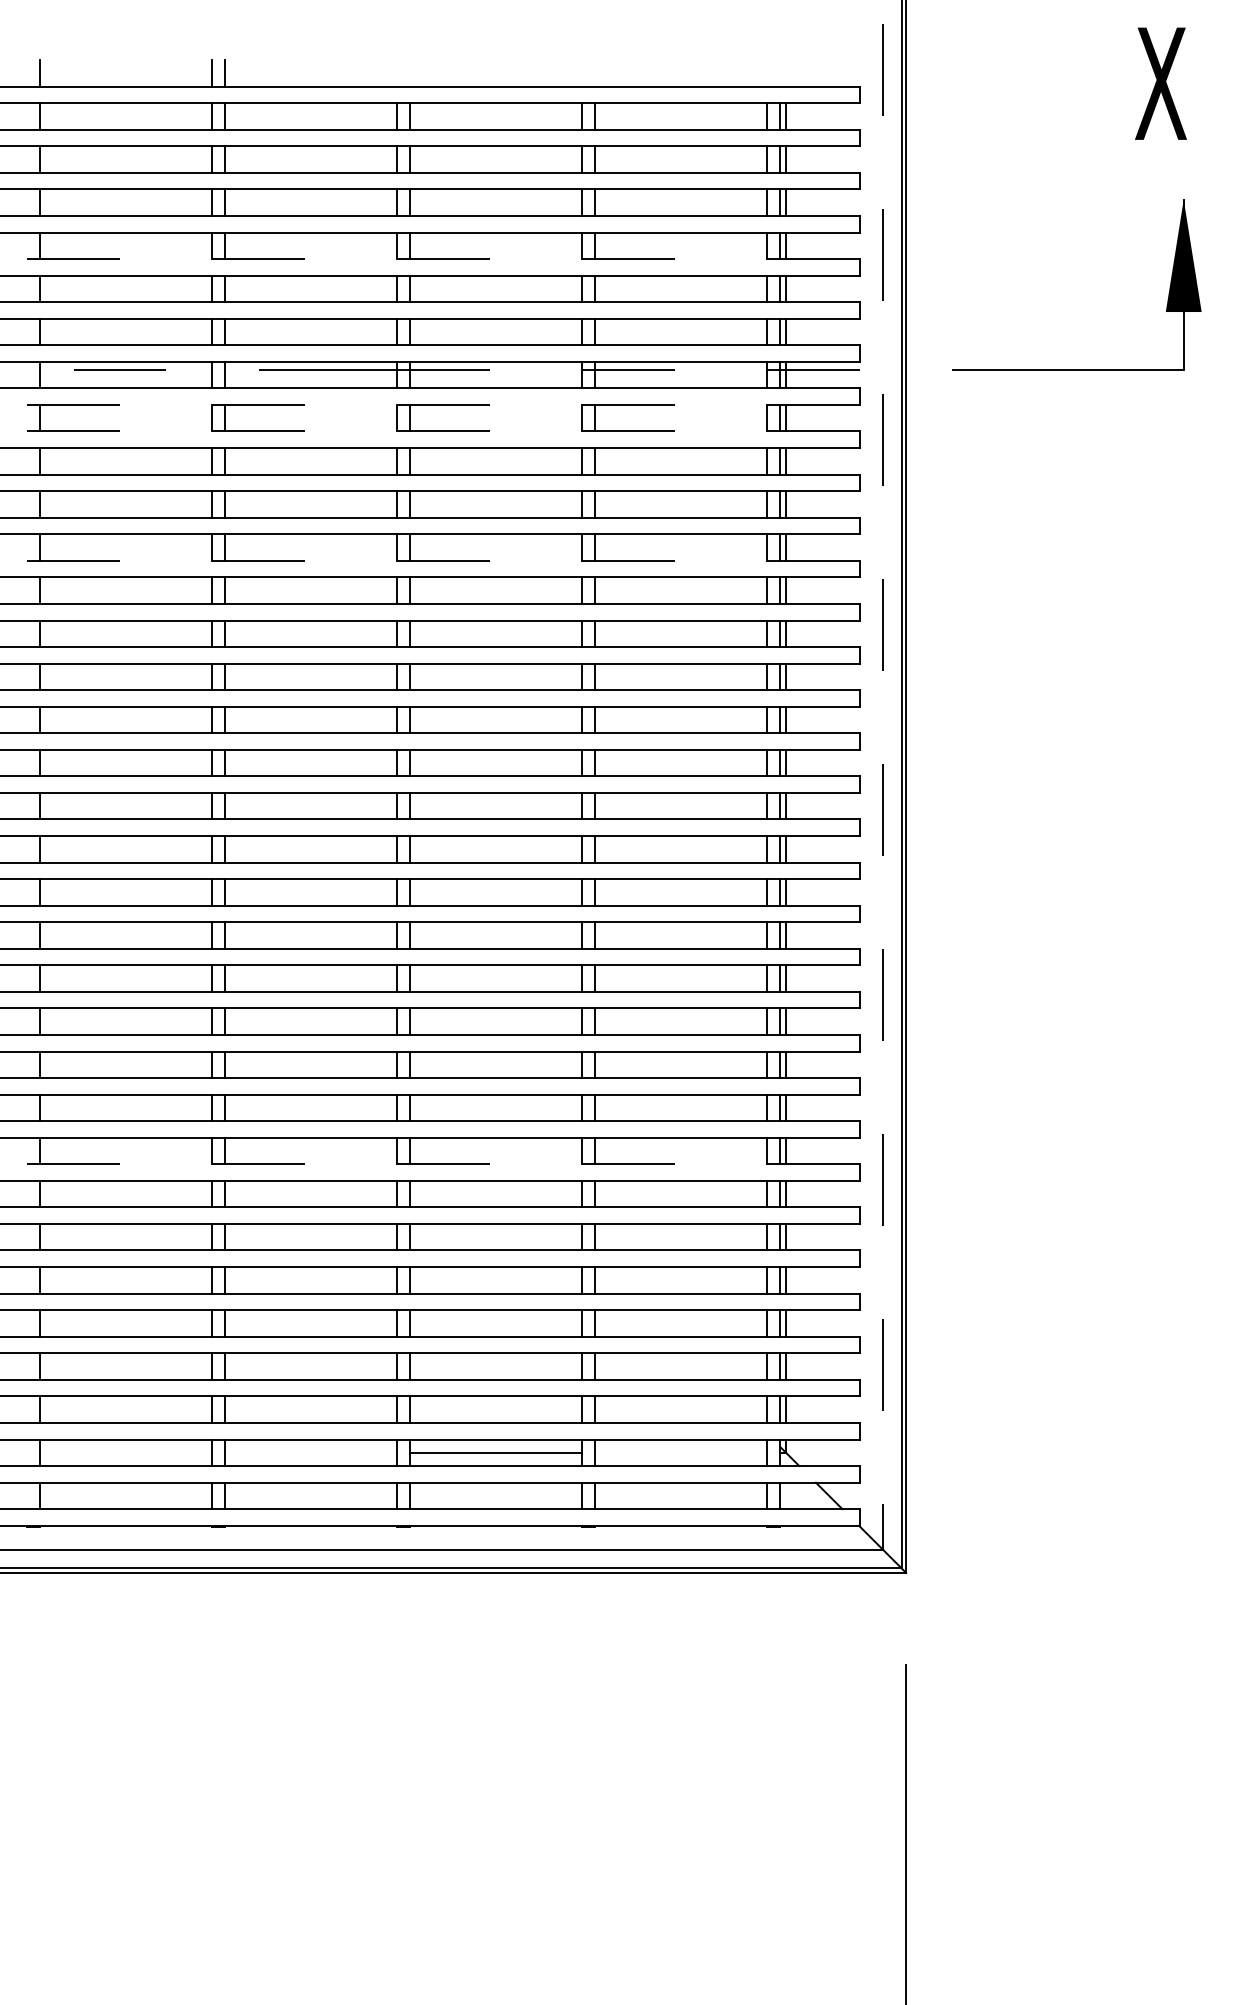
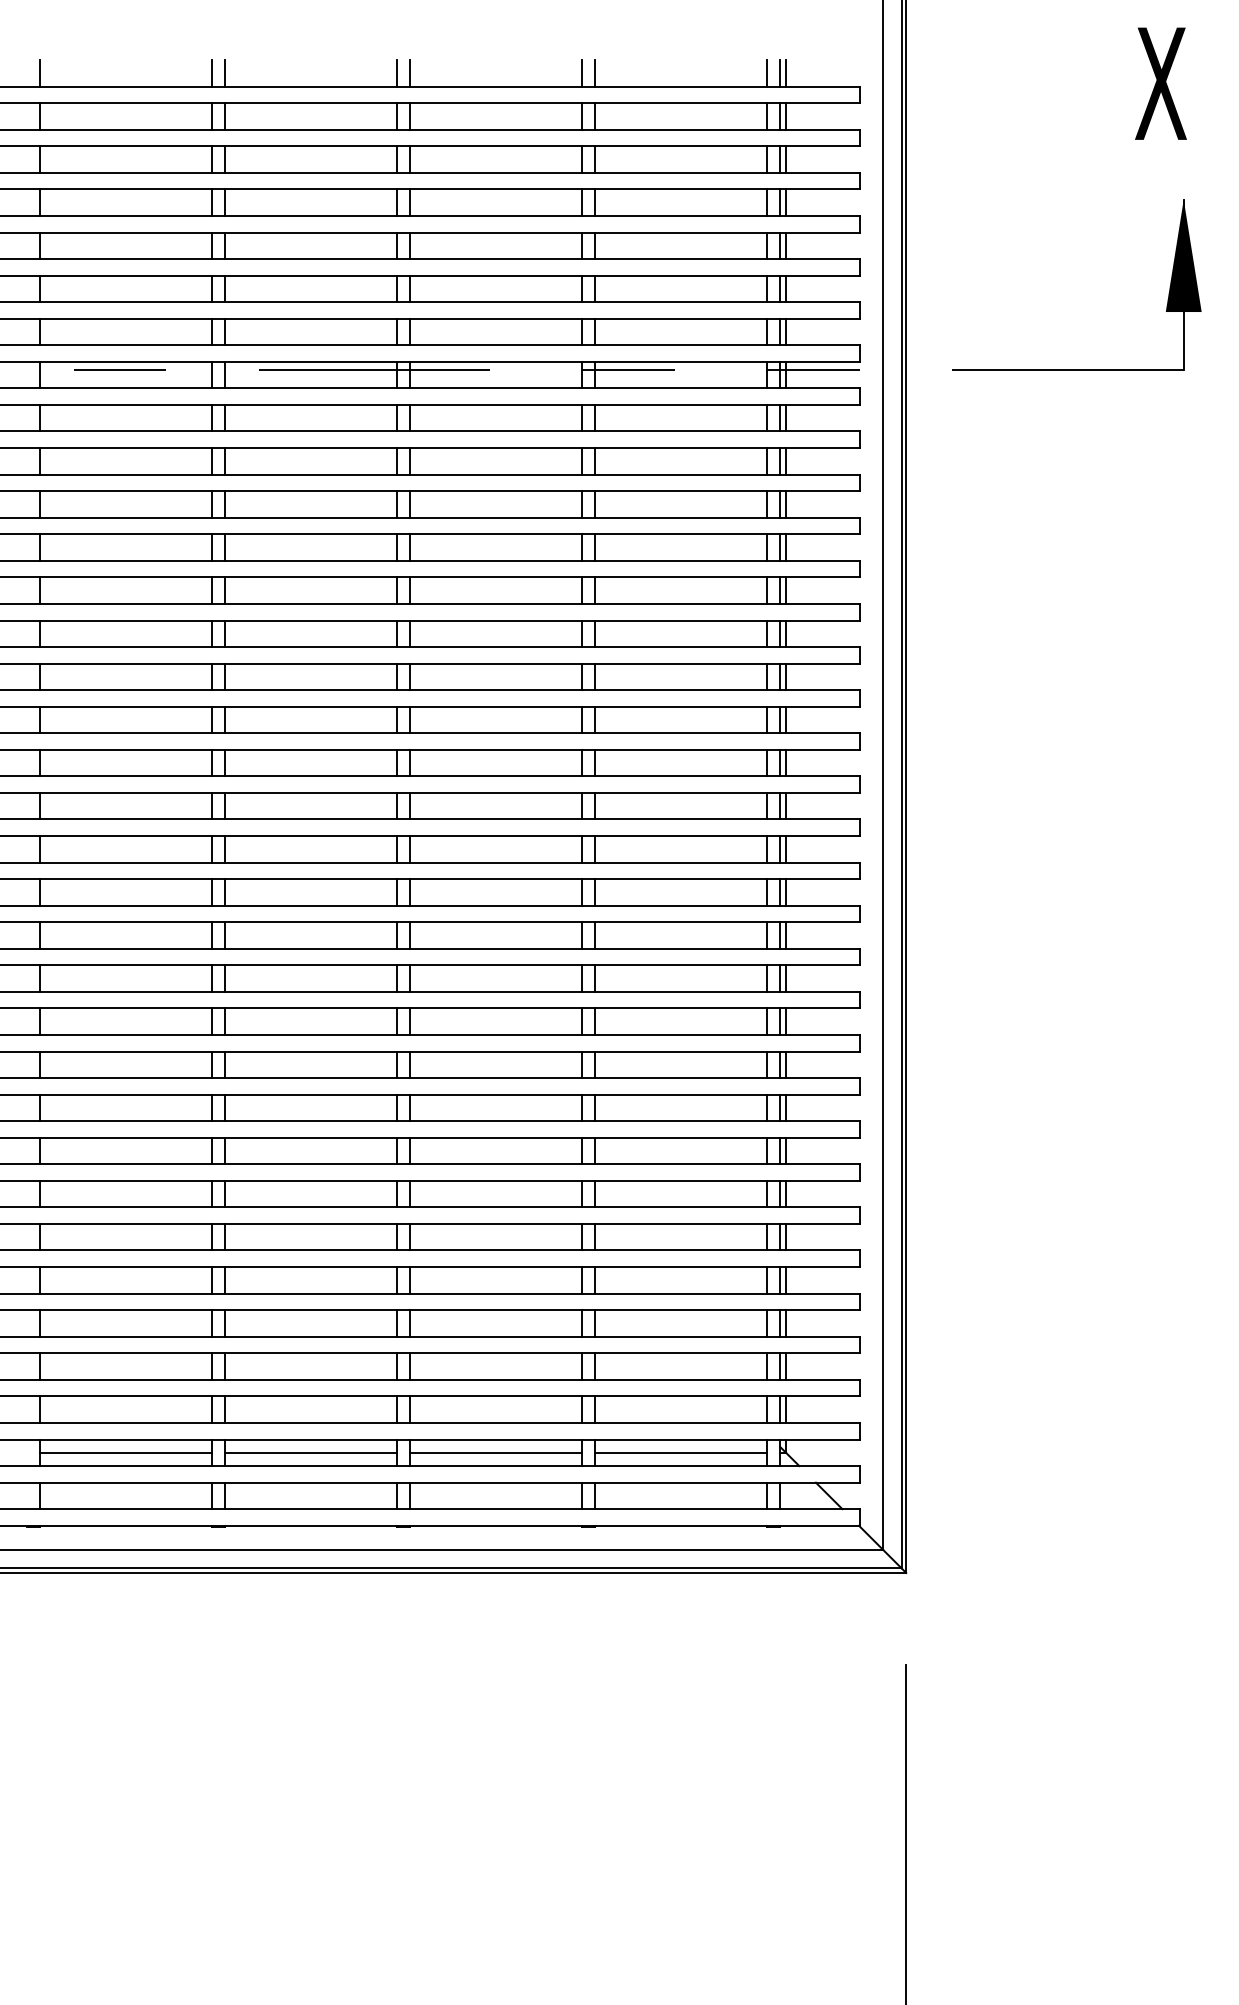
line at (397, 73): none -> present
line at (410, 73): none -> present
line at (582, 73): none -> present
line at (595, 73): none -> present
line at (767, 73): none -> present
line at (780, 73): none -> present
line at (785, 73): none -> present
line at (430, 259): dashed -> solid
line at (430, 405): dashed -> solid
line at (430, 431): dashed -> solid
line at (430, 560): dashed -> solid
line at (883, 775): dashed -> solid
line at (430, 1164): dashed -> solid
line at (126, 1452): none -> present
line at (311, 1452): none -> present
line at (681, 1452): none -> present
